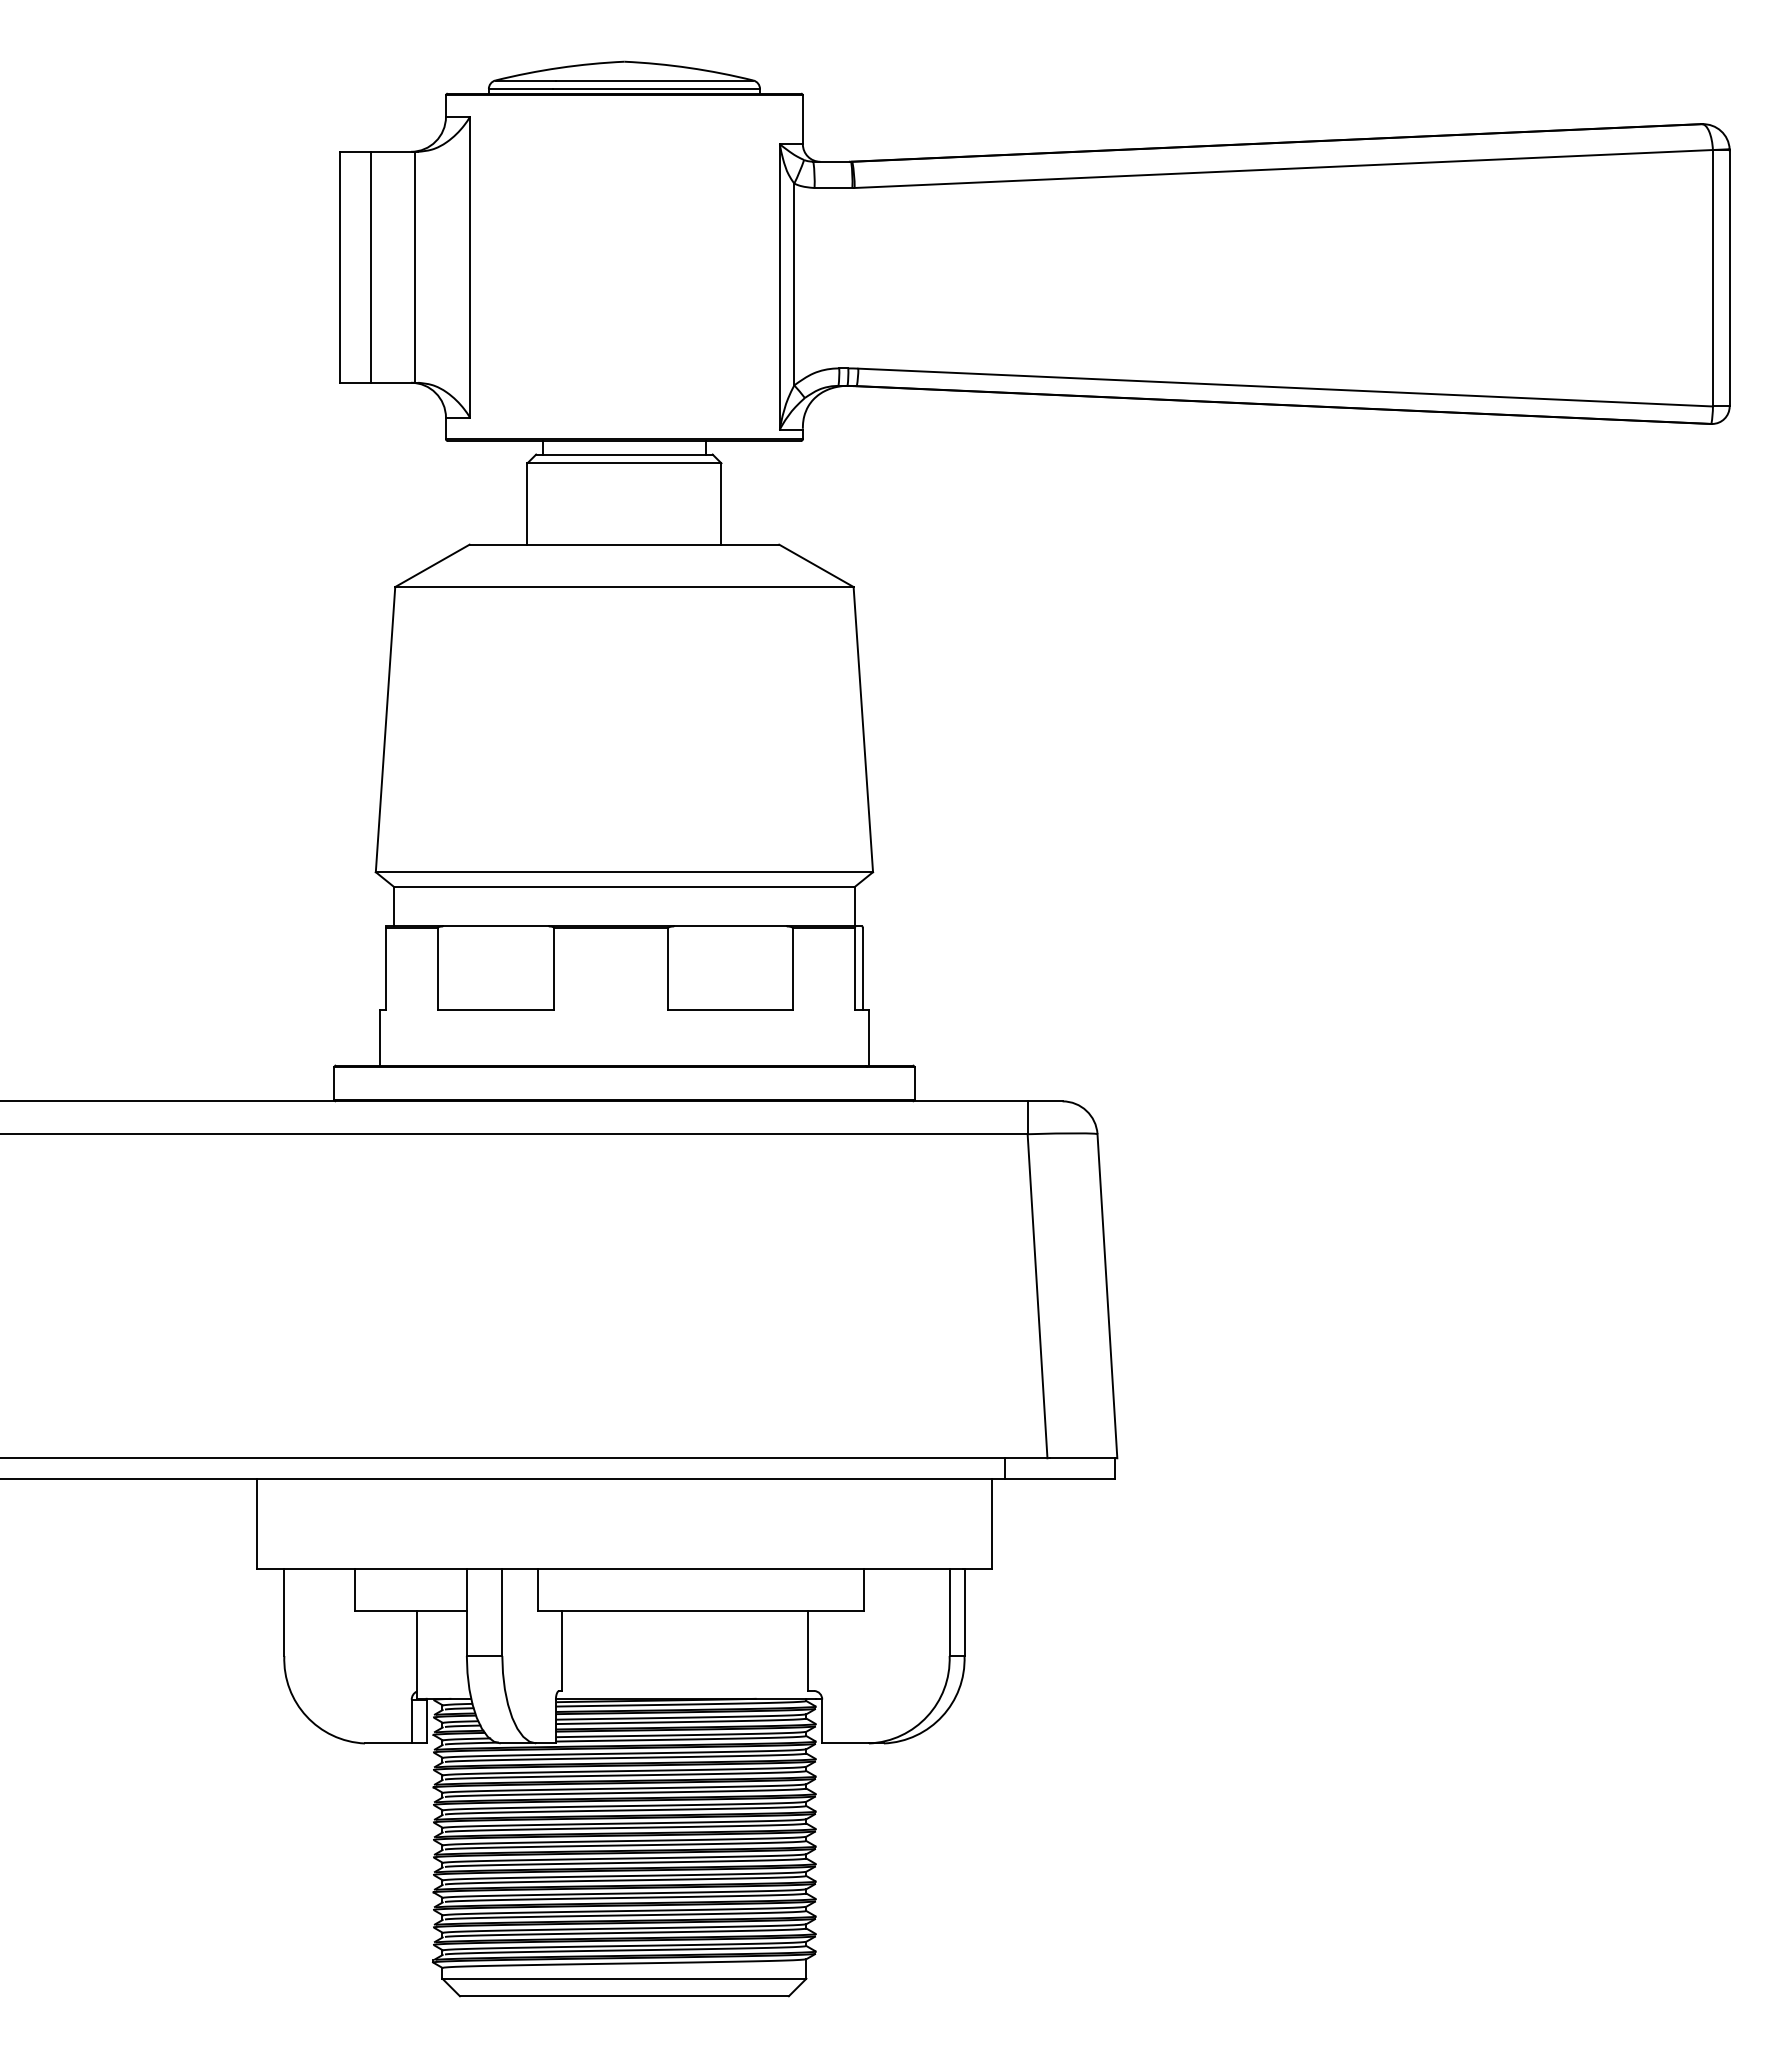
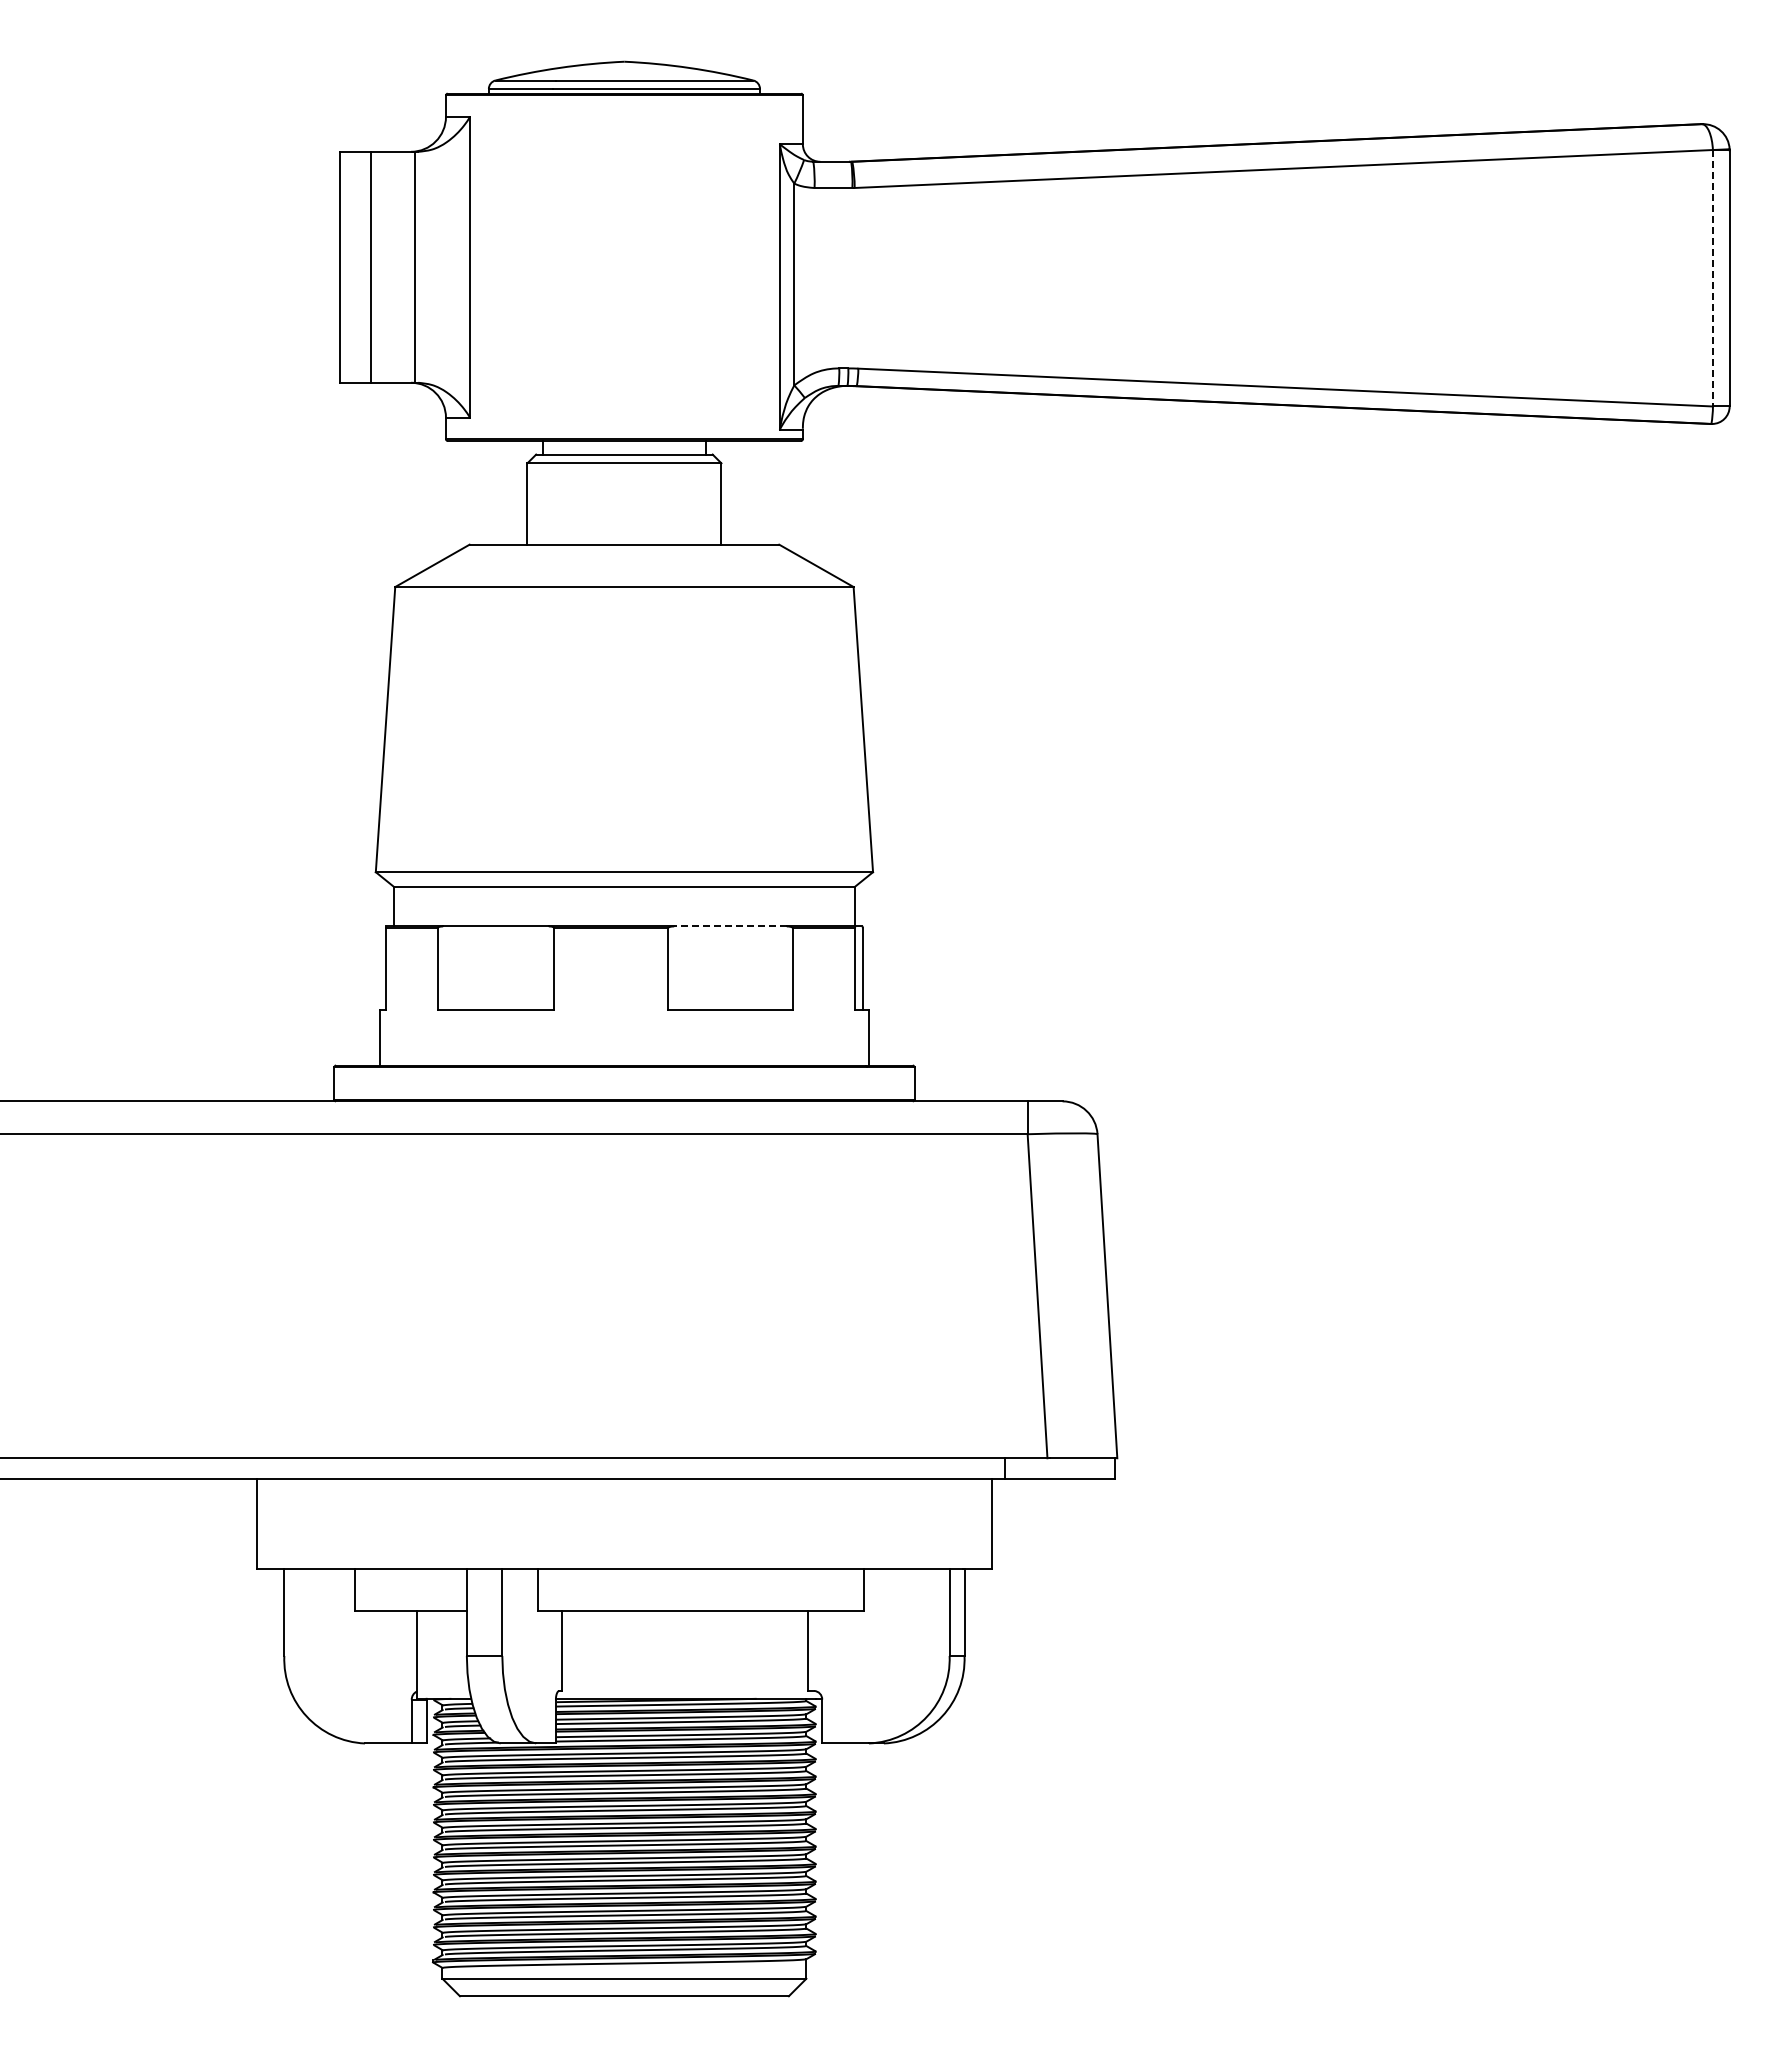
line at (1712, 278): solid -> dashed
line at (729, 926): solid -> dashed
